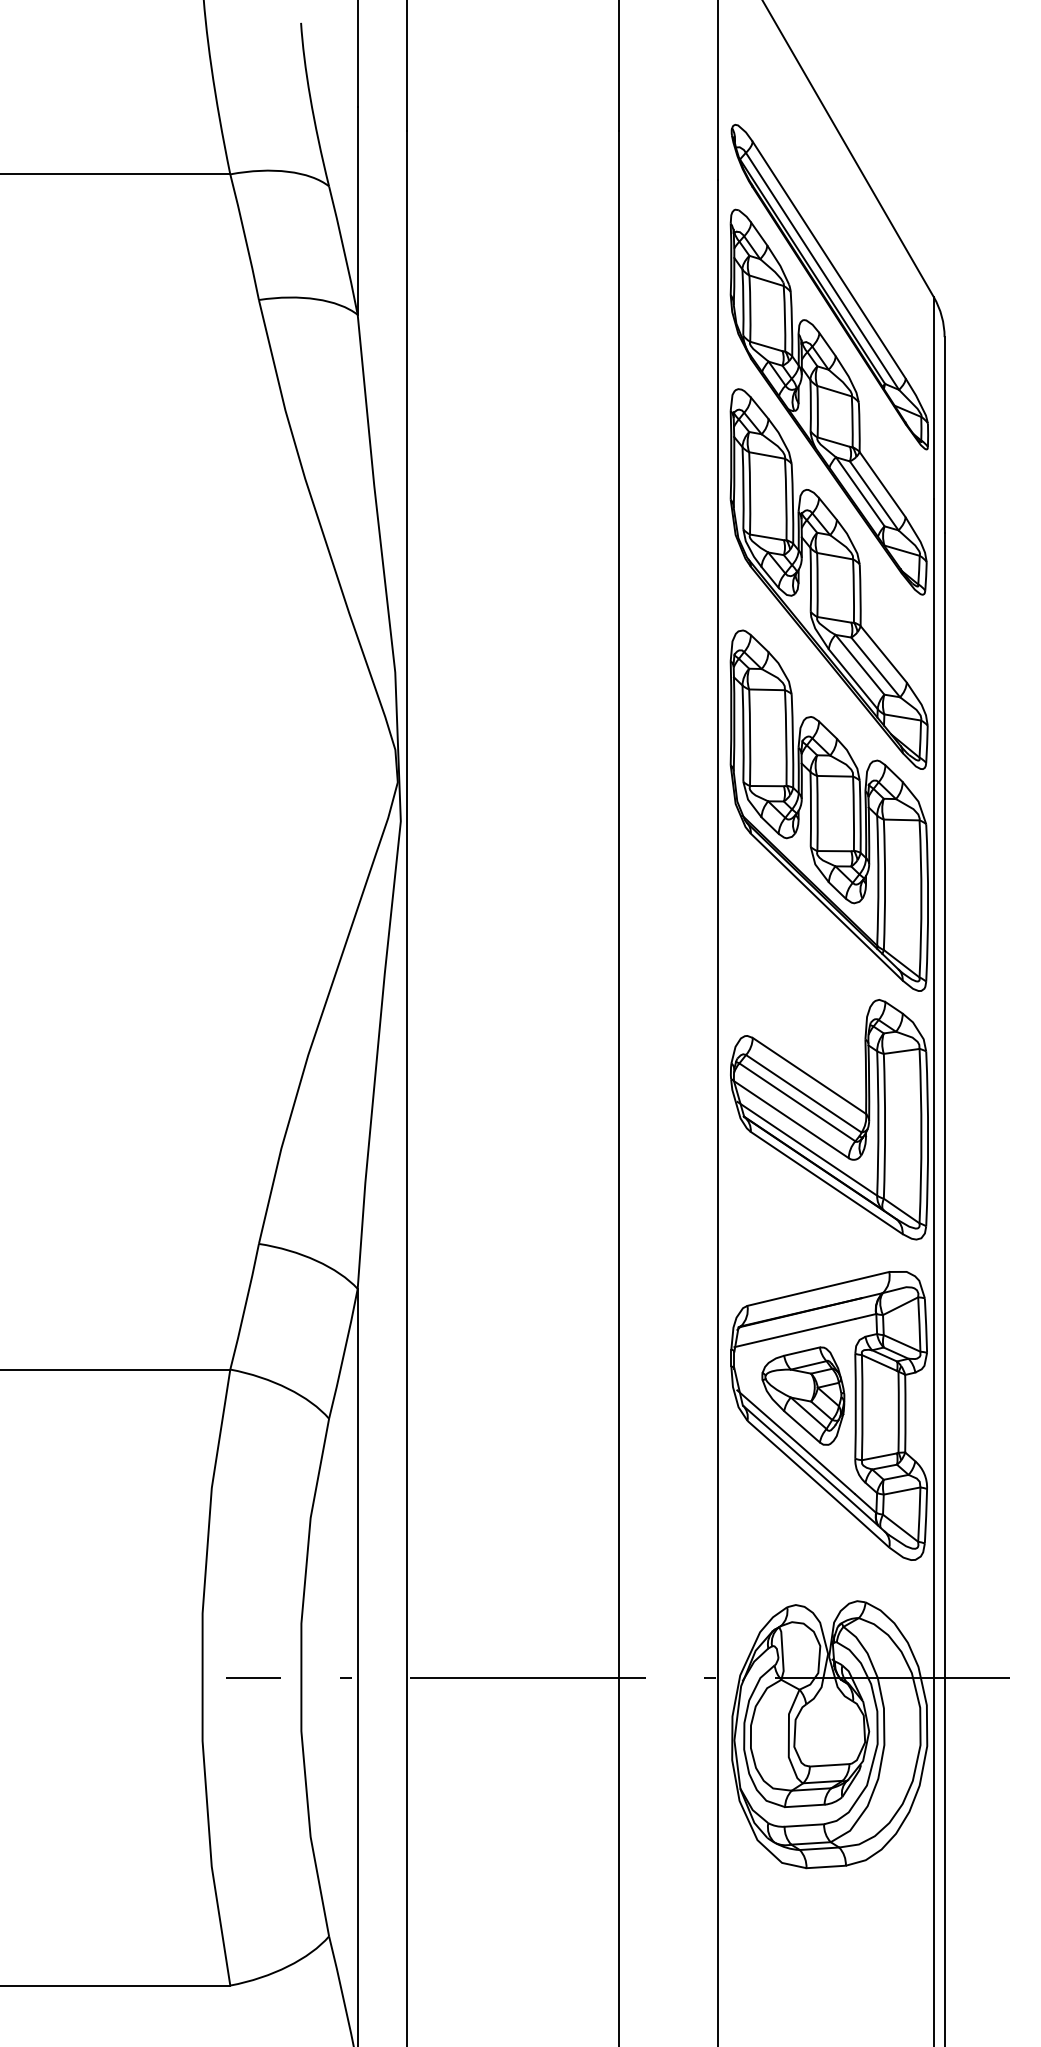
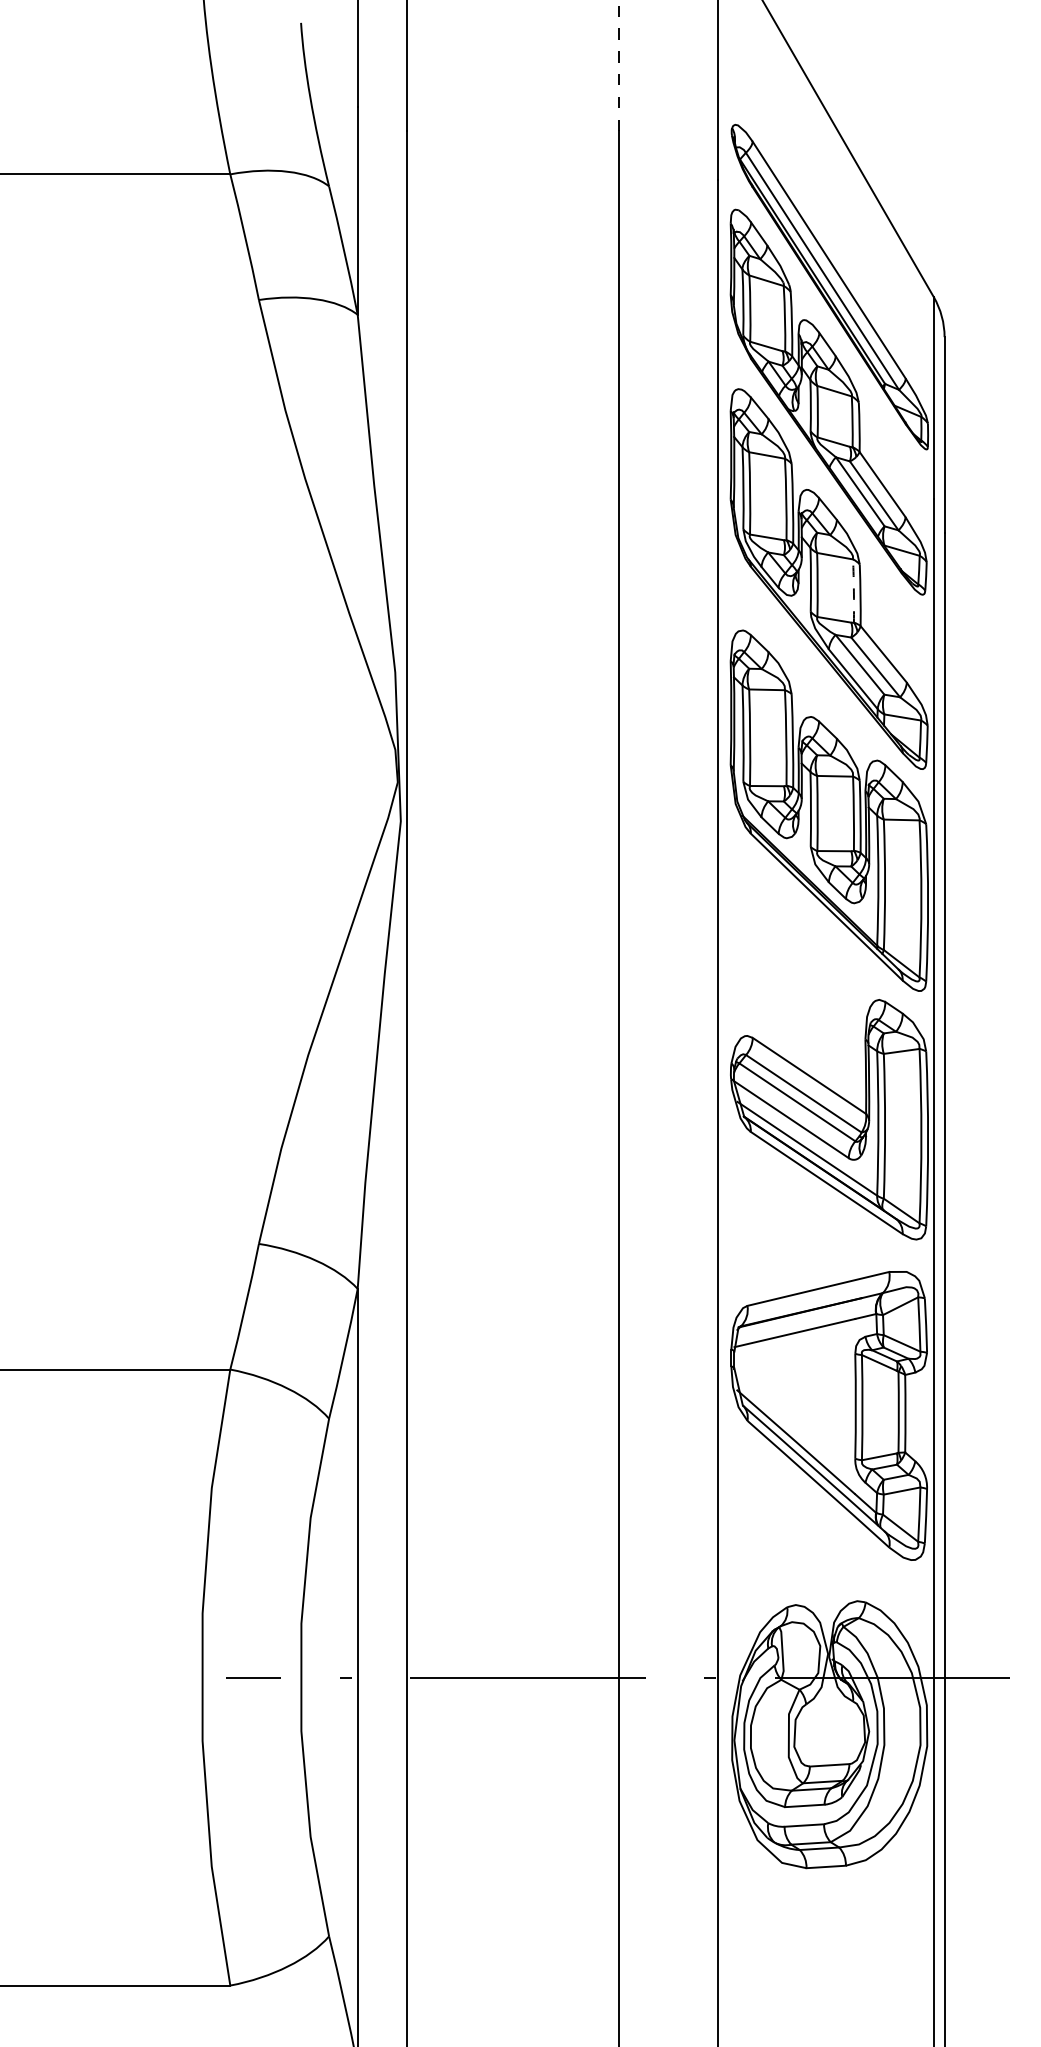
line at (619, 65): solid -> dashed
arc at (853, 591): solid -> dashed
part at (803, 1395): present -> none
